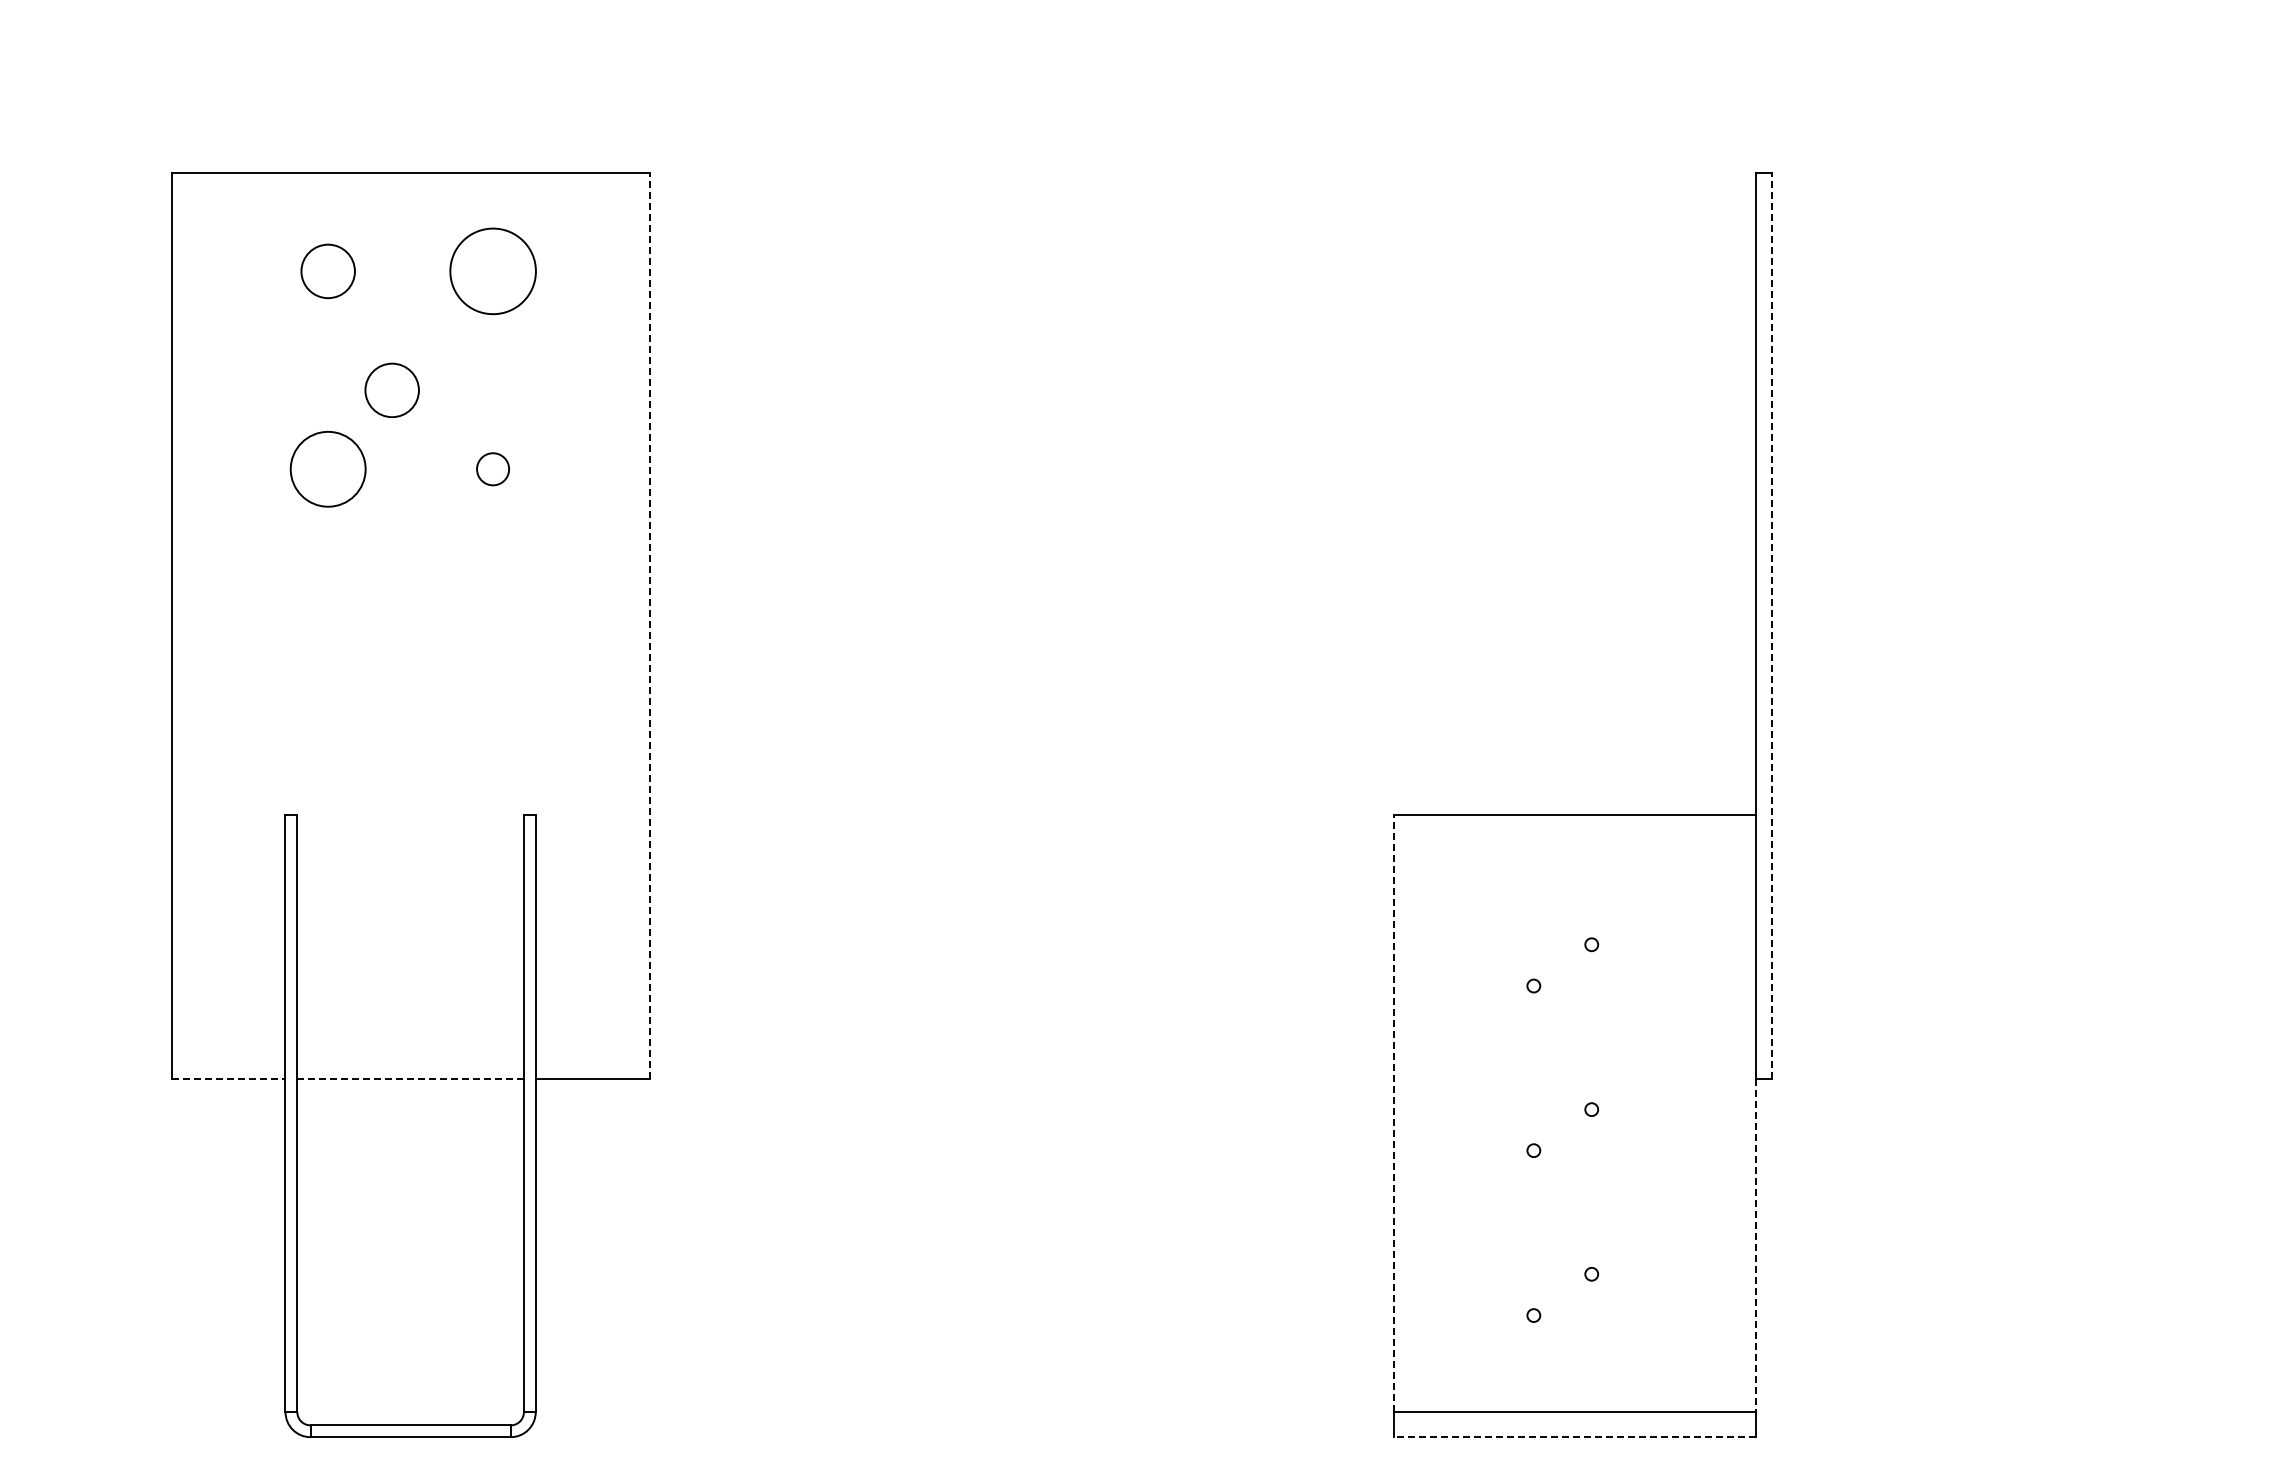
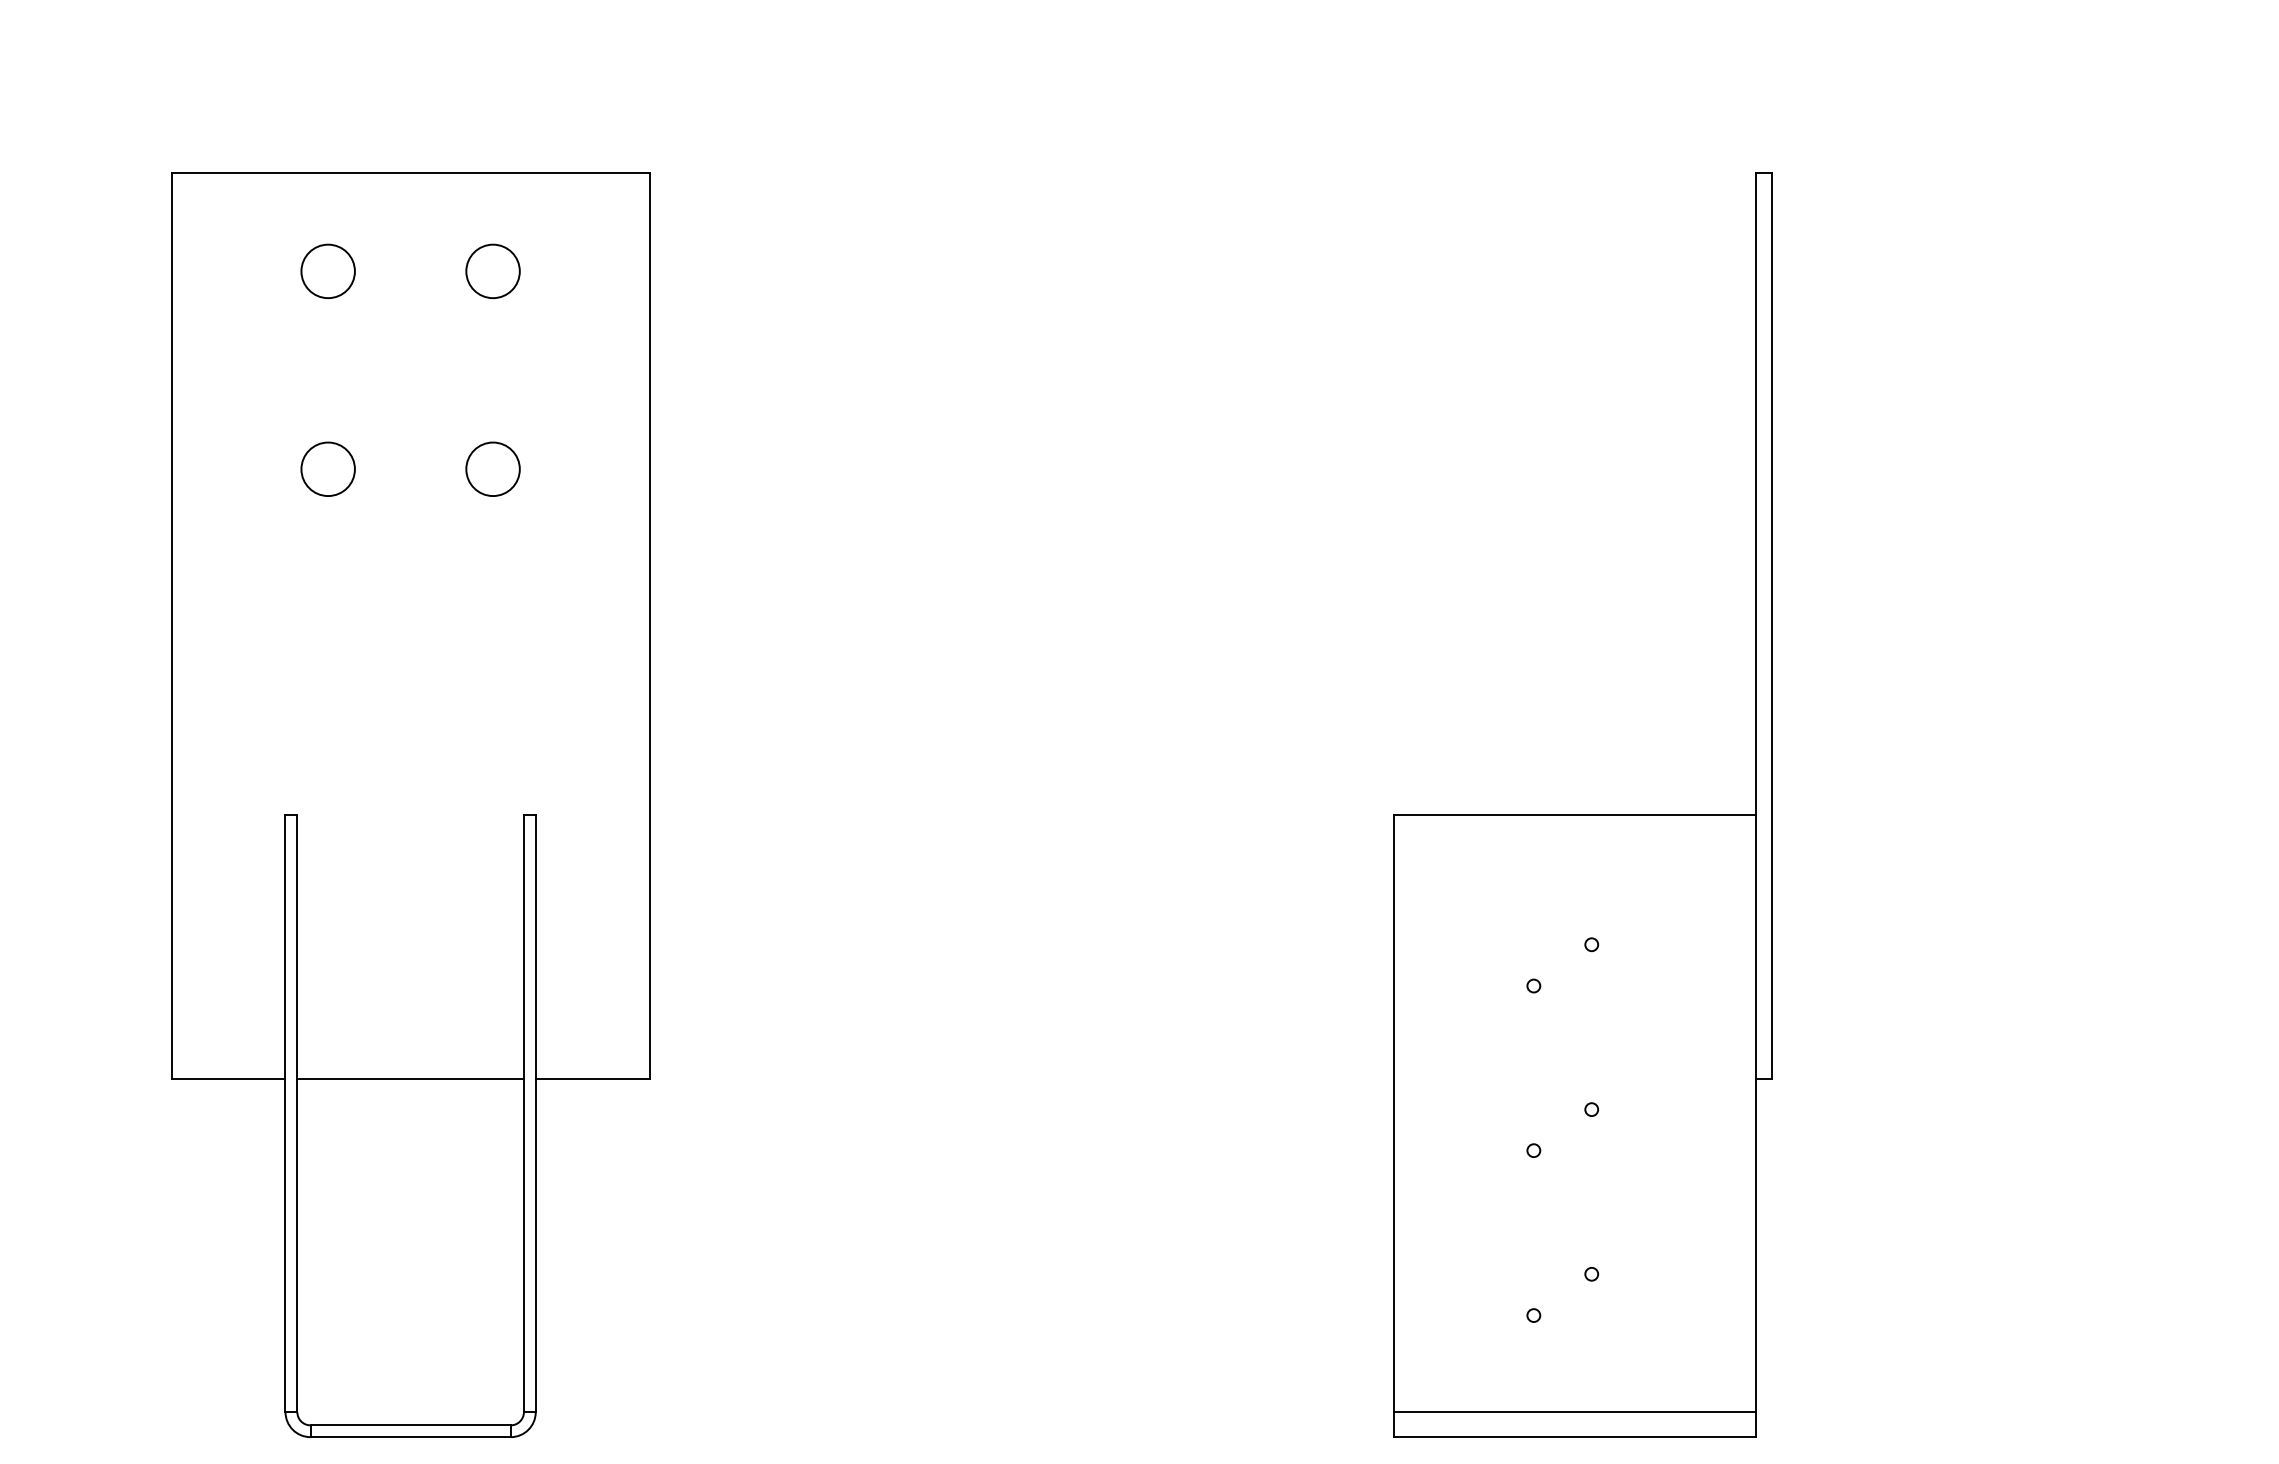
circle at (492, 271) size: 88x89 px -> 56x57 px
circle at (391, 390): present -> none
circle at (327, 468) diameter: 75 px -> 53 px
circle at (493, 469) diameter: 32 px -> 53 px
line at (649, 625): dashed -> solid
line at (1772, 625): dashed -> solid
line at (228, 1079): dashed -> solid
line at (411, 1079): dashed -> solid
line at (1393, 1113): dashed -> solid
line at (1756, 1246): dashed -> solid
line at (1574, 1437): dashed -> solid
